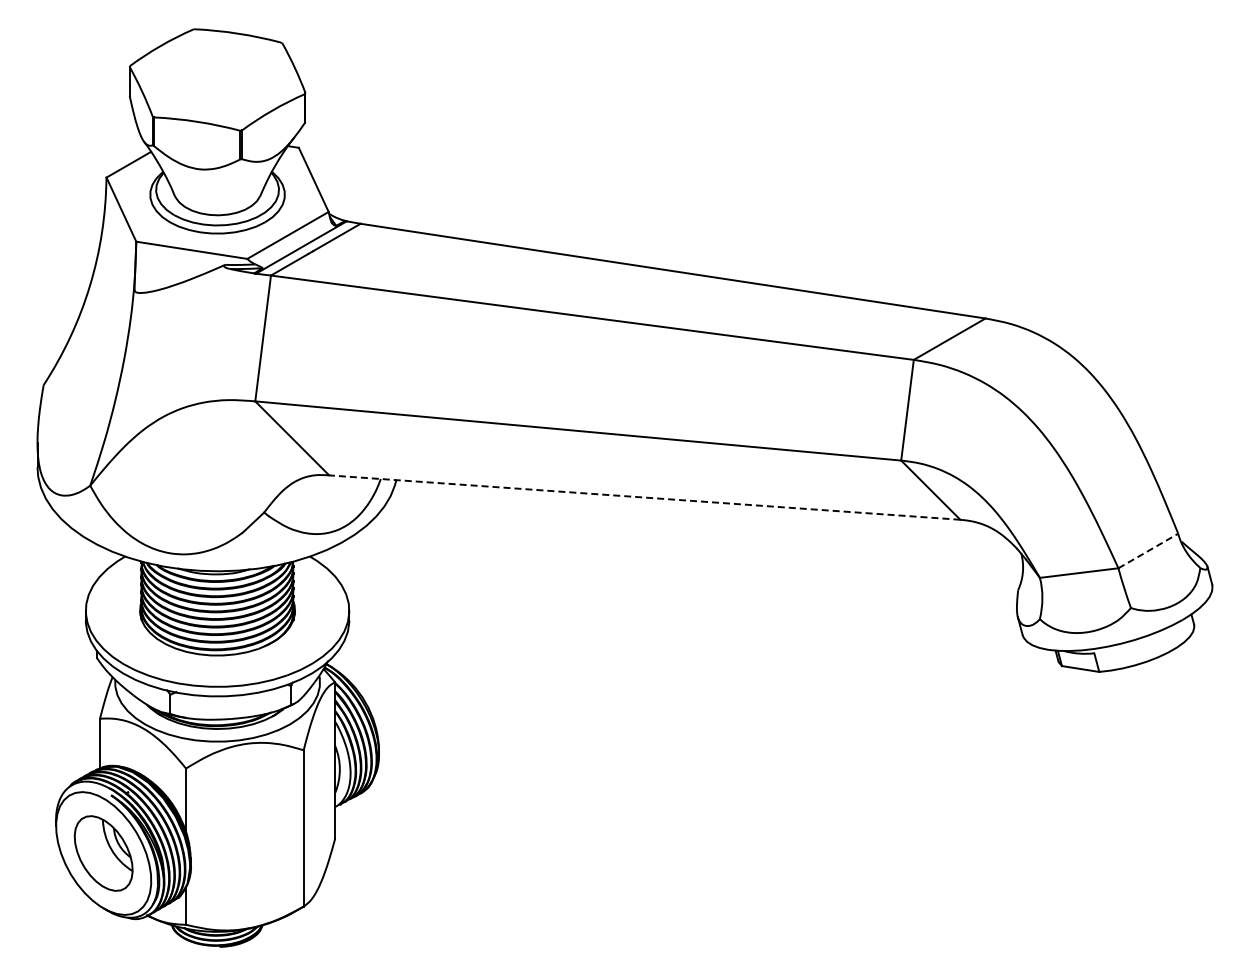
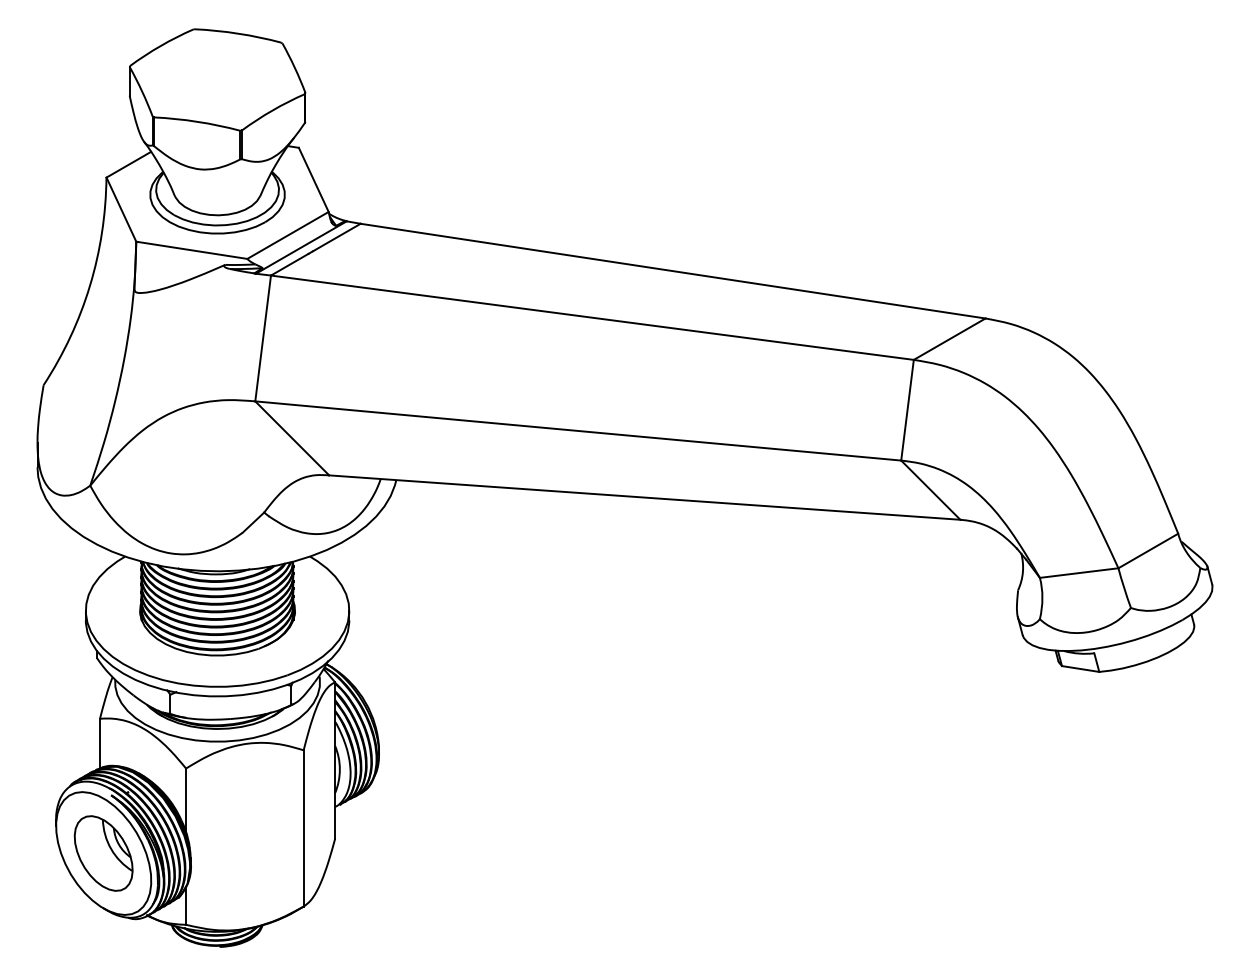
line at (644, 497): dashed -> solid
line at (1148, 551): dashed -> solid
